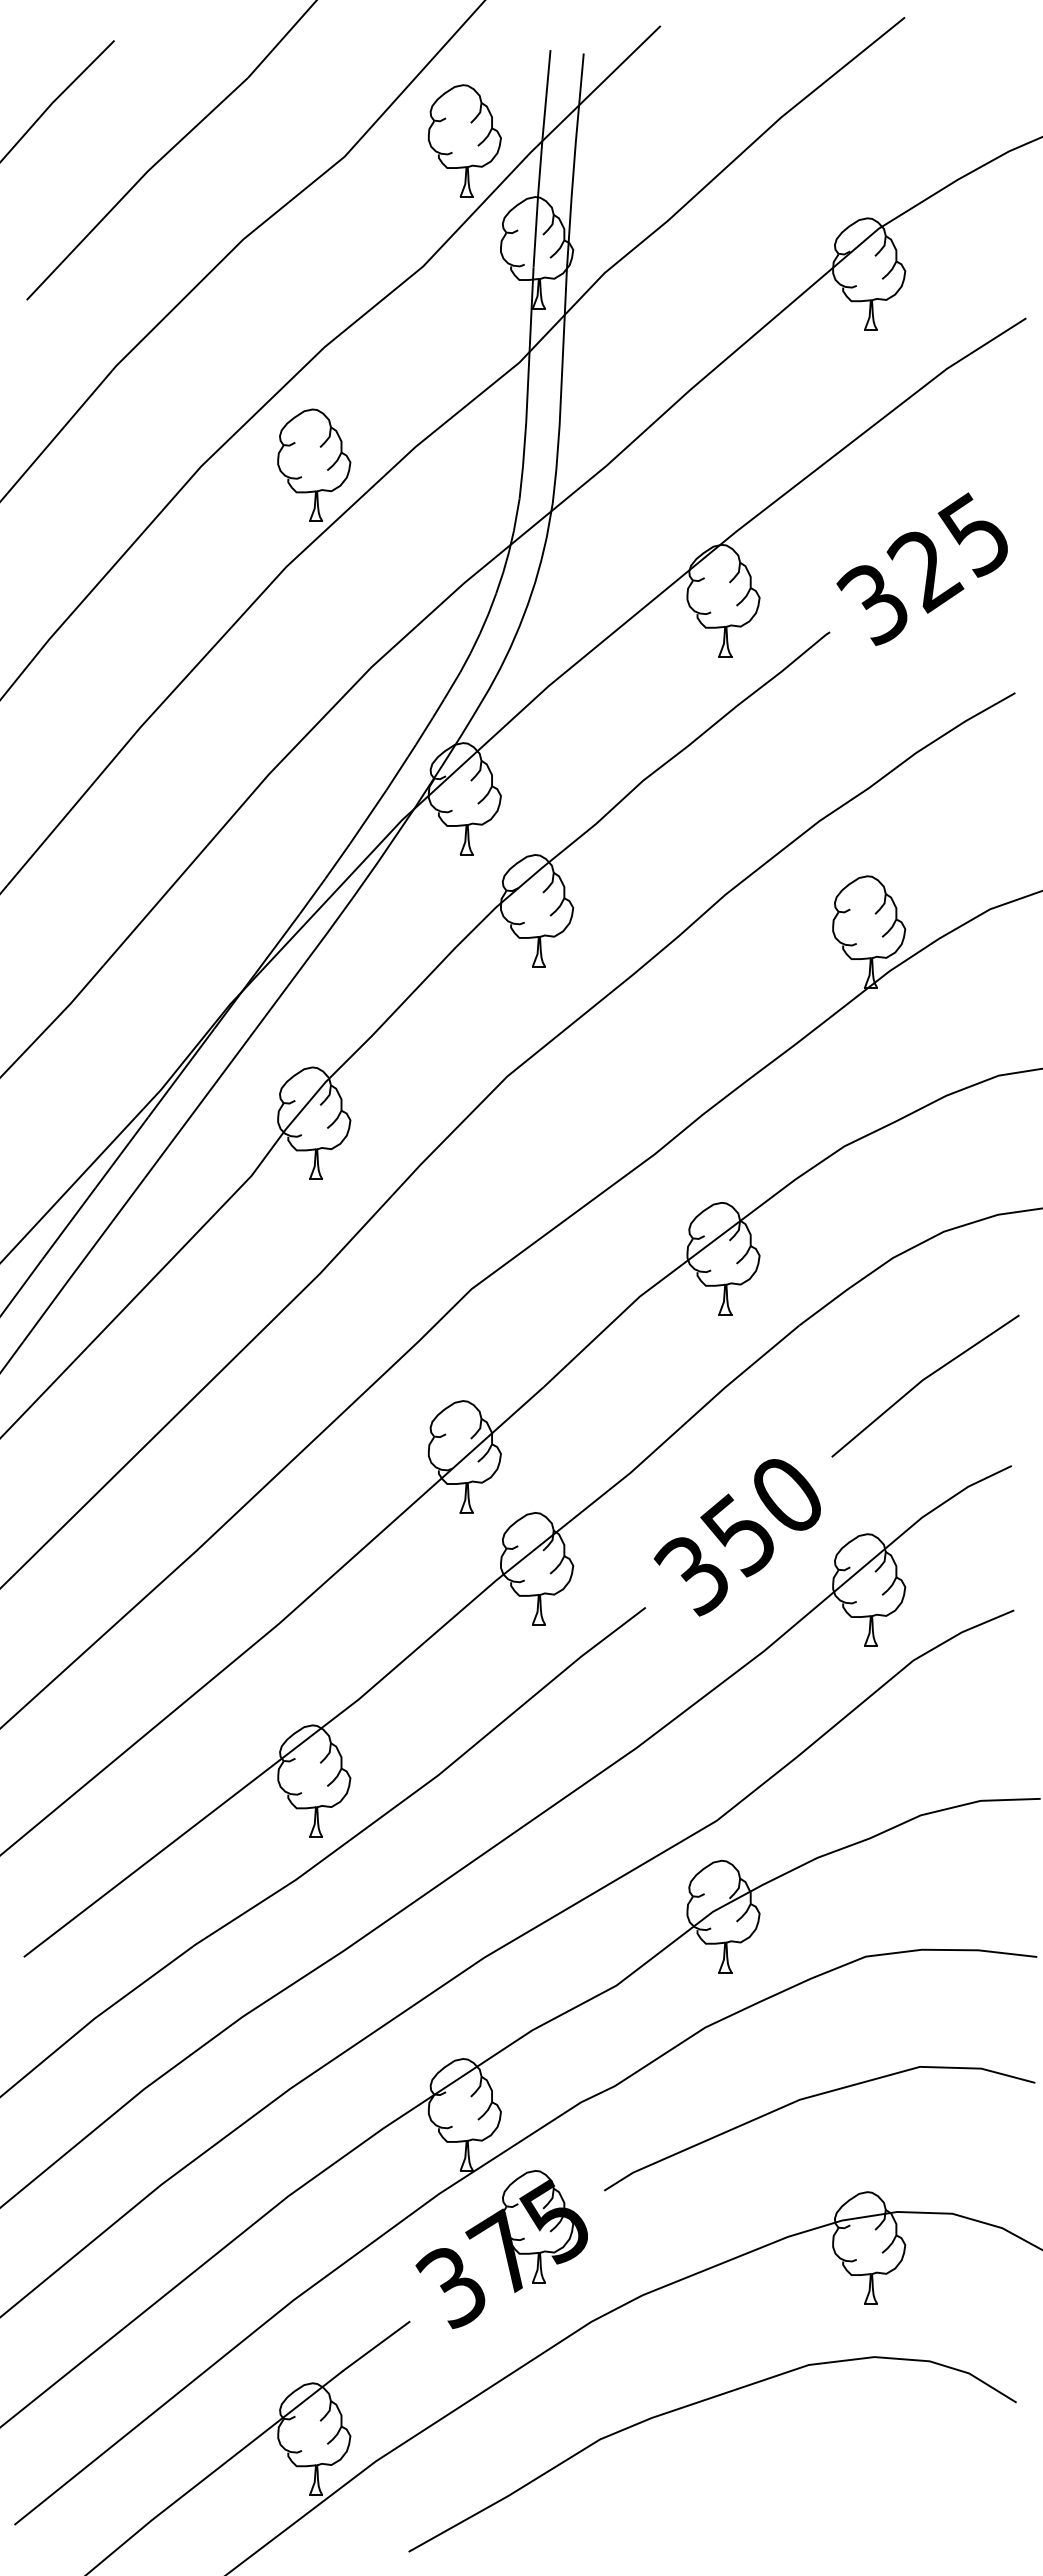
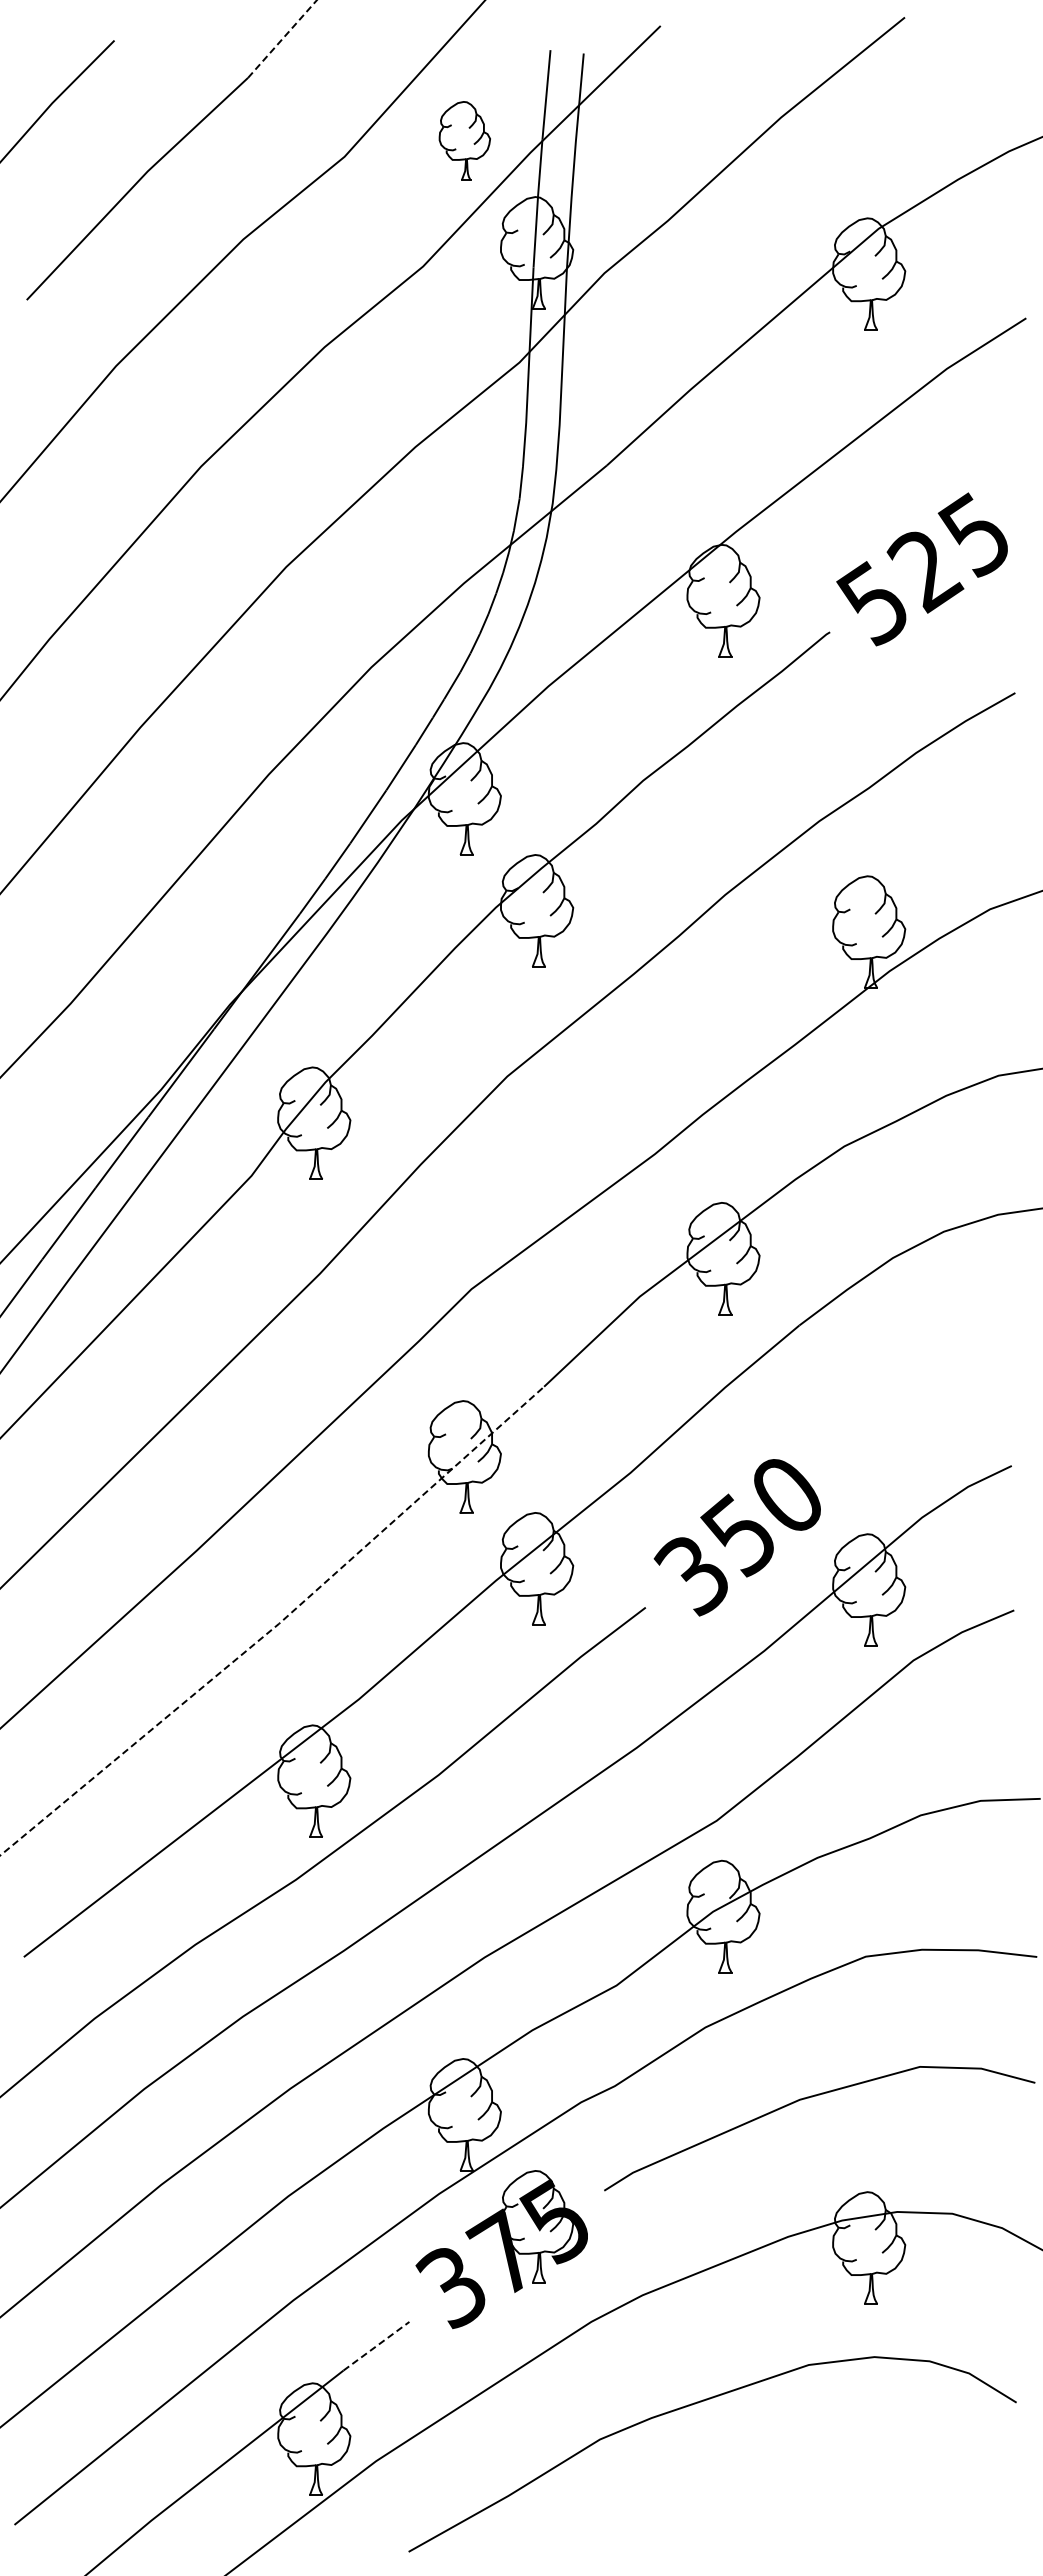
line at (282, 39): solid -> dashed
part at (464, 140) size: 74x114 px -> 53x80 px
part at (314, 464): present -> none
text at (871, 603): 325 -> 525
line at (922, 1381): present -> none
line at (276, 1625): solid -> dashed
line at (376, 2346): solid -> dashed
